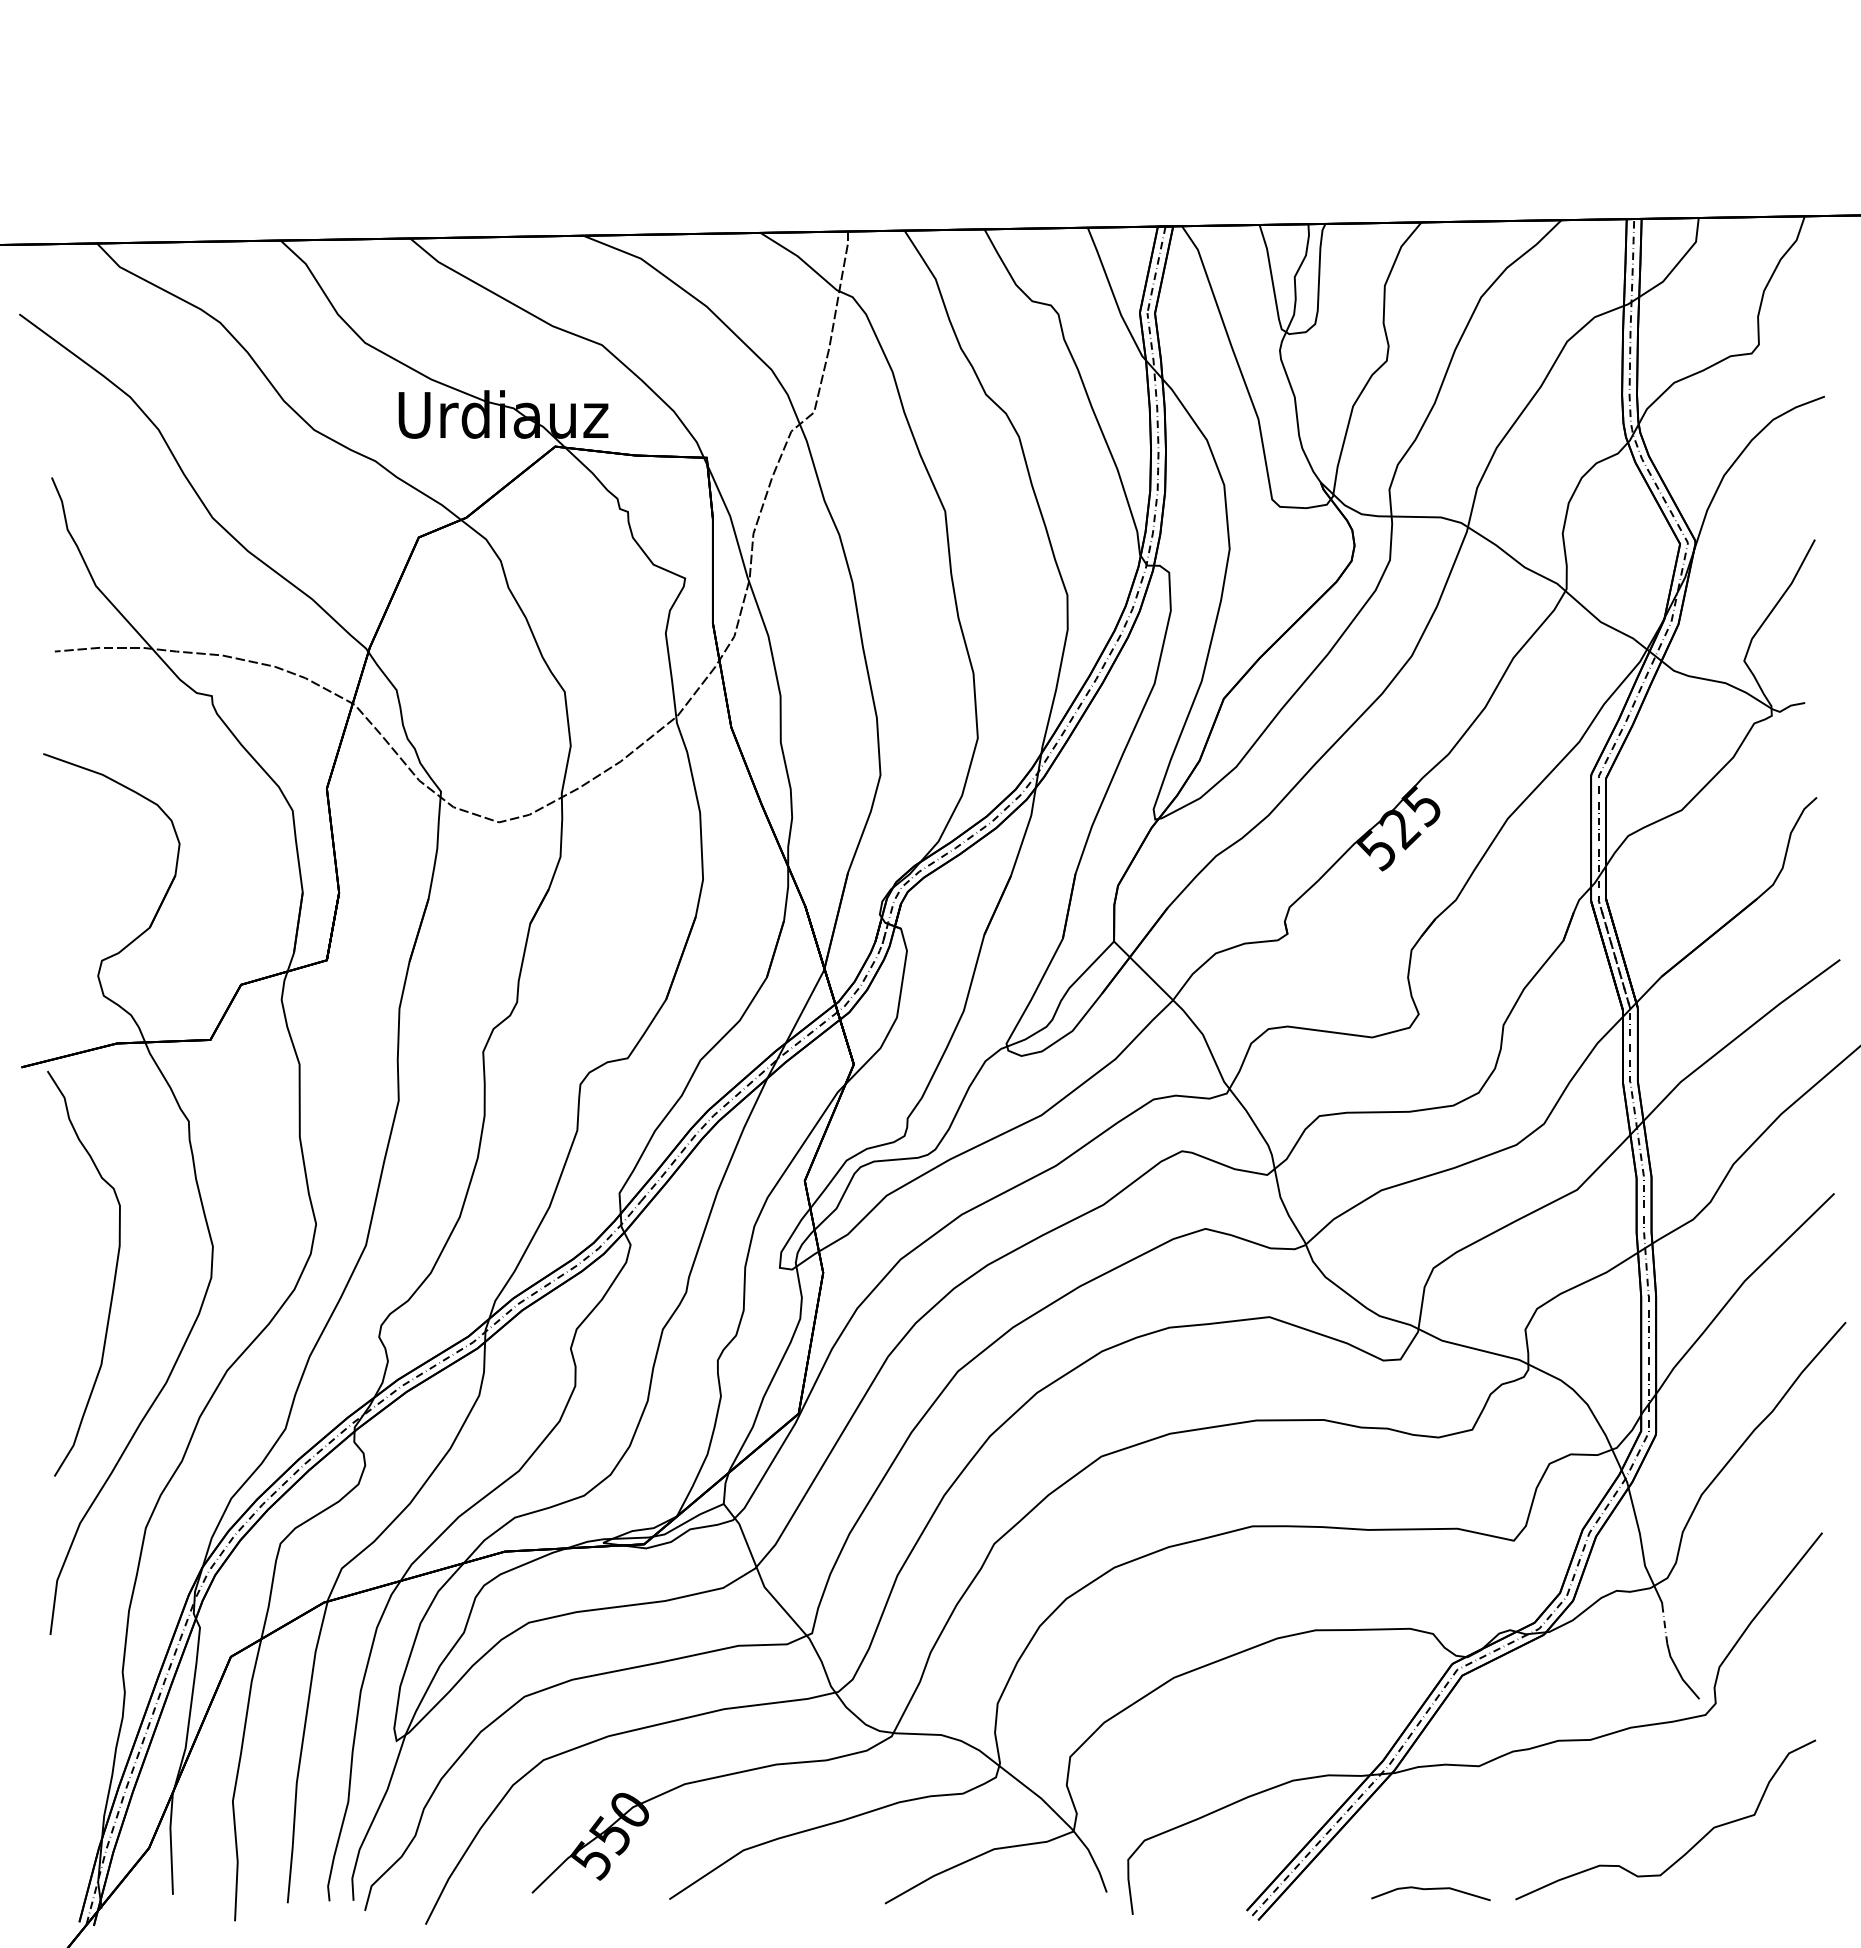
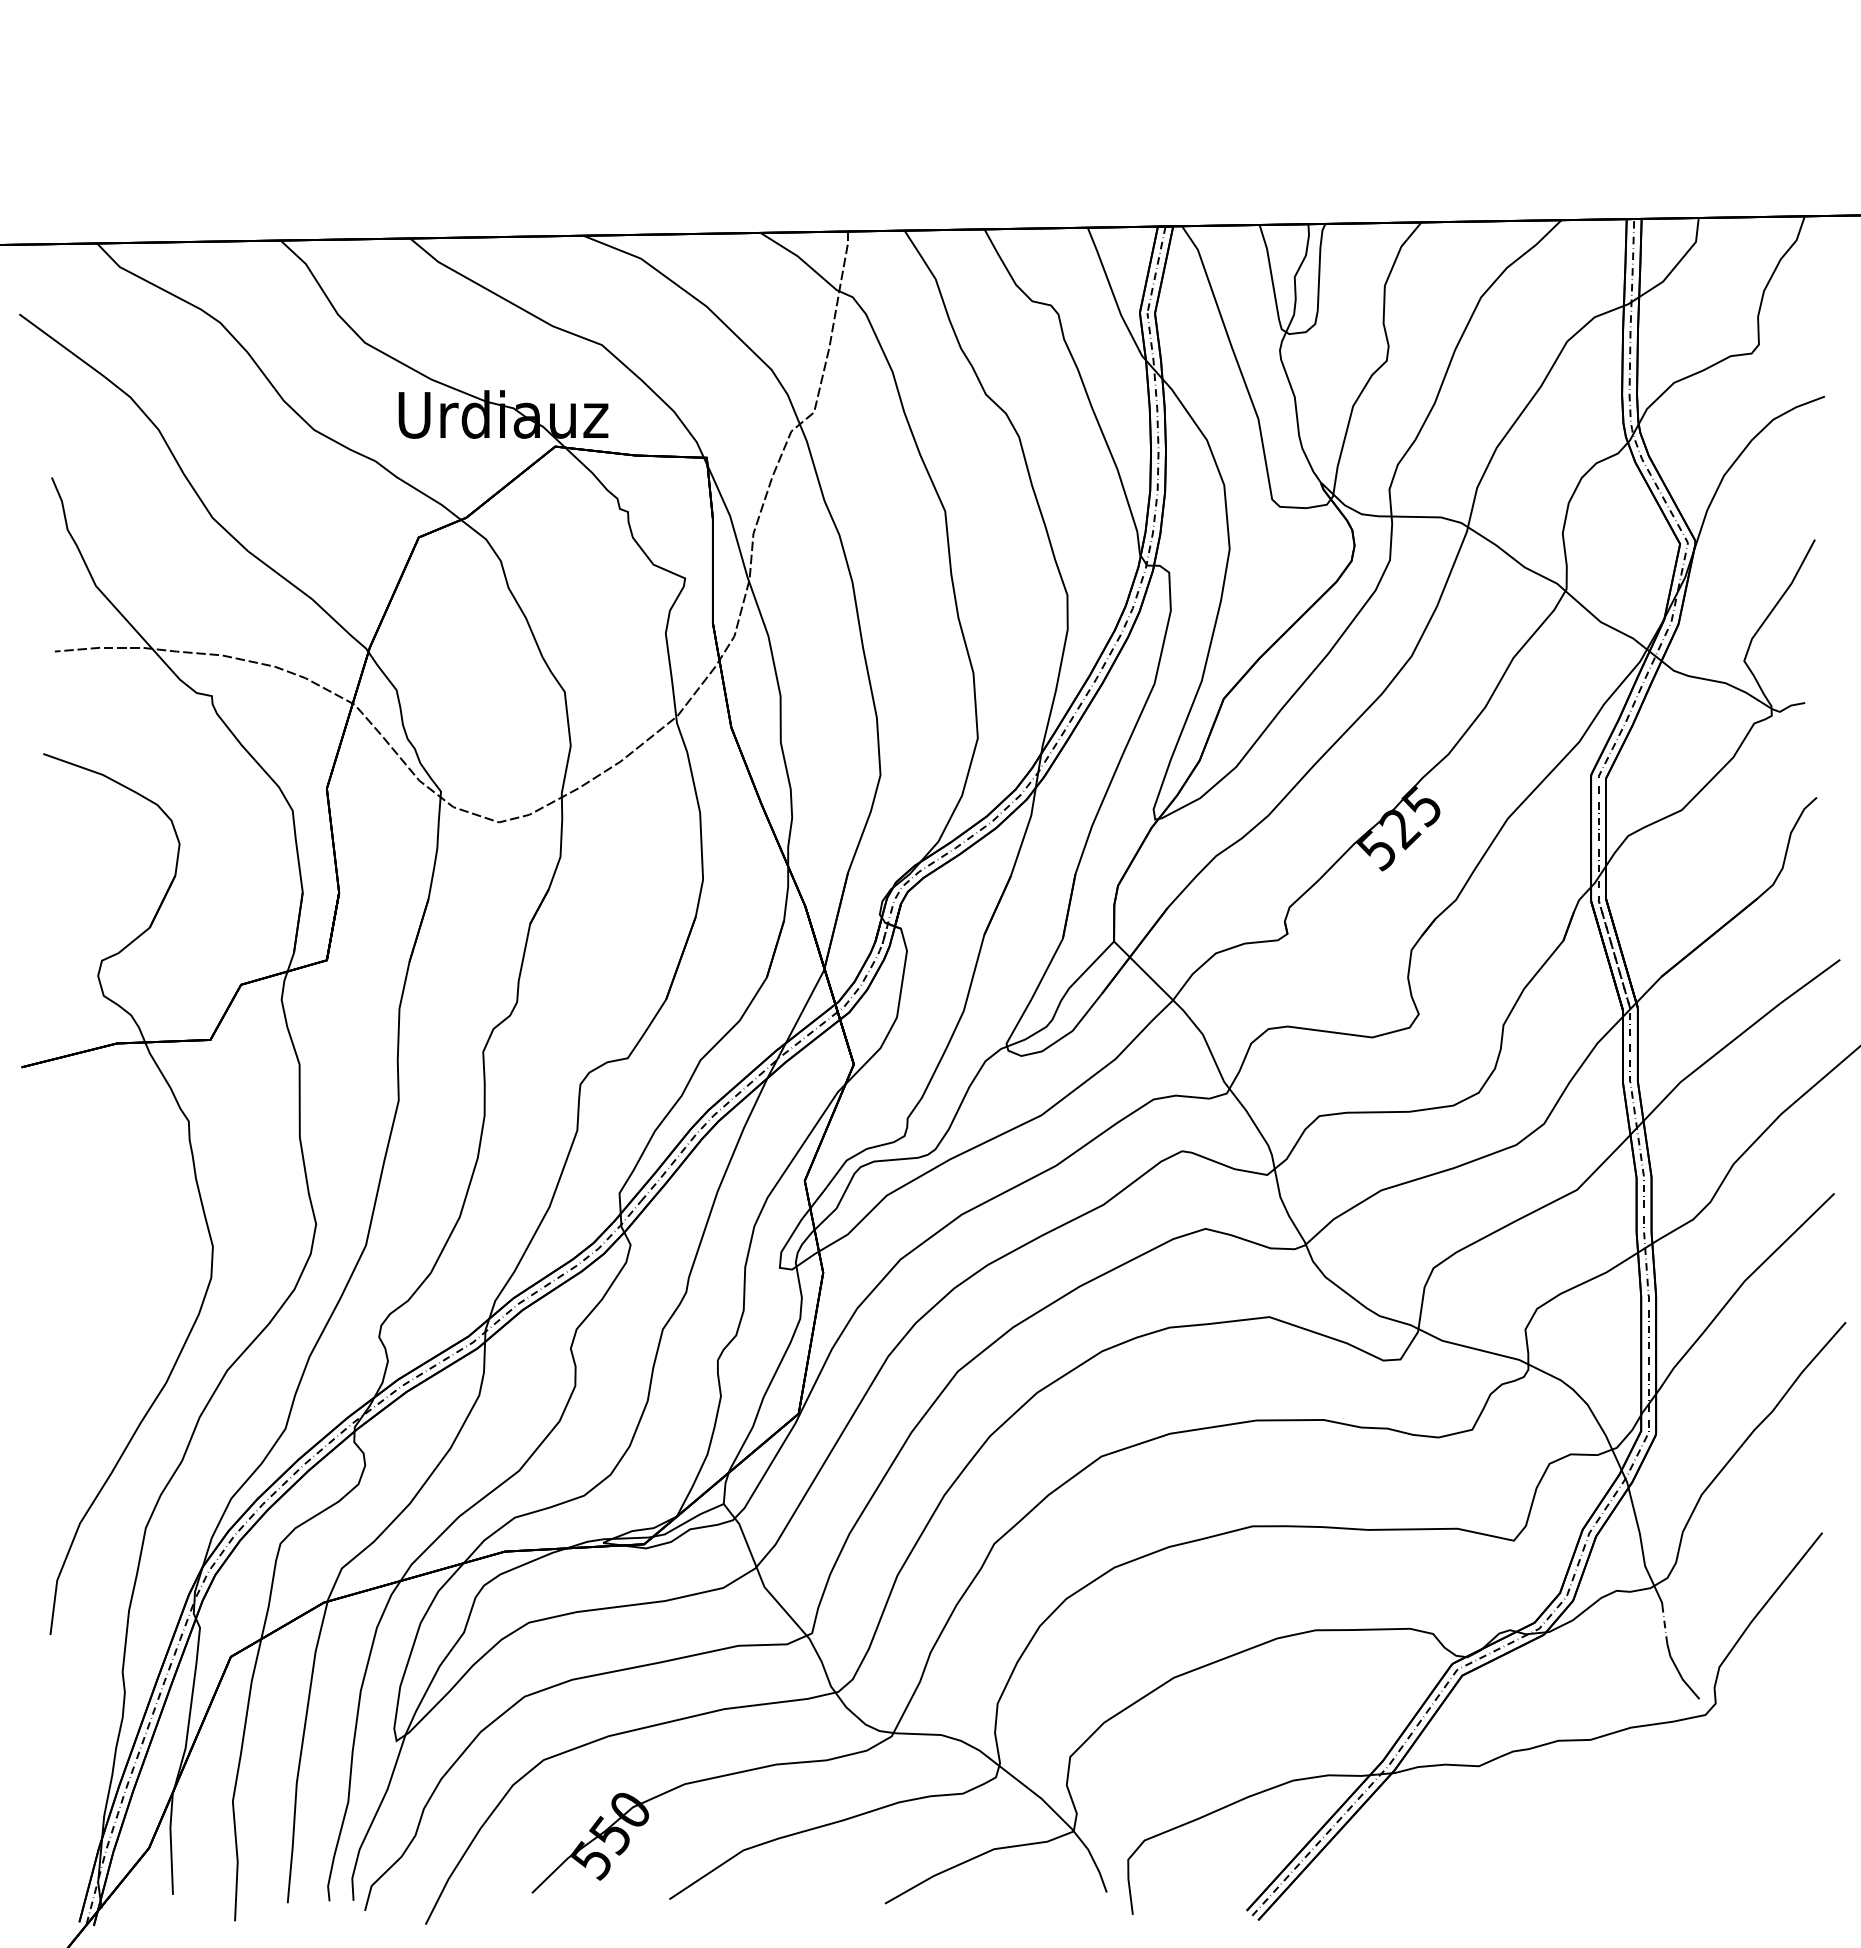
curve at (113, 1279): present -> none
curve at (1692, 1846): present -> none
curve at (1430, 1889): present -> none
